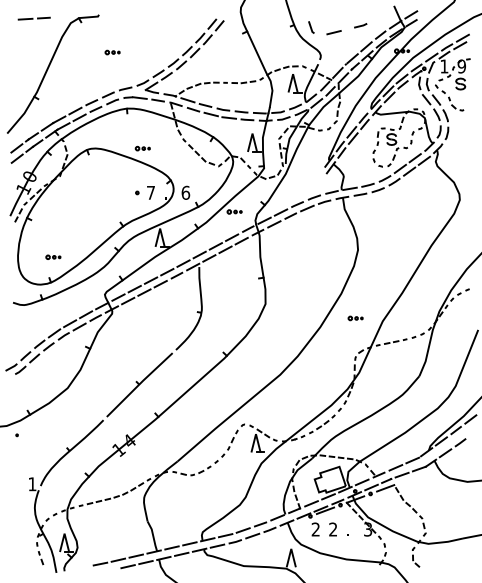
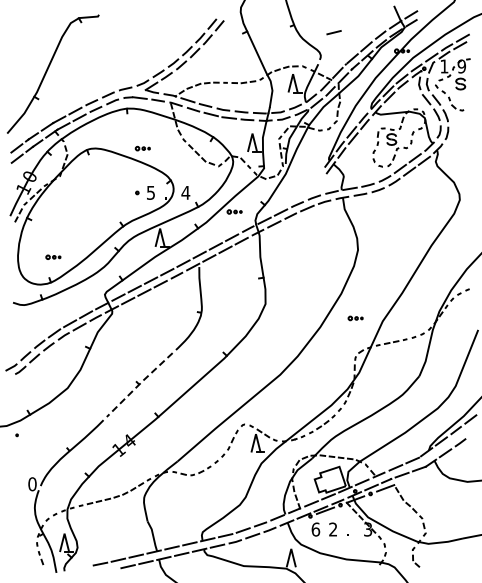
line at (33, 18): present -> none
line at (360, 25): present -> none
line at (311, 27): present -> none
part at (112, 52): present -> none
text at (150, 192): 7 -> 5
text at (185, 192): 6 -> 4
line at (139, 384): solid -> dashed
text at (32, 484): 1 -> 0
text at (315, 529): 2 -> 6
